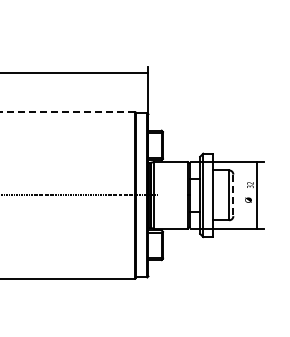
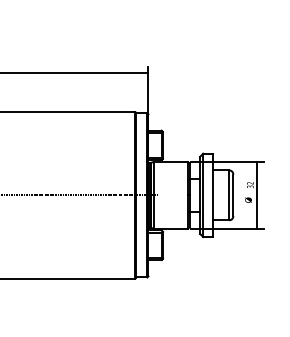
line at (67, 112): dashed -> solid
line at (233, 195): dashed -> solid
